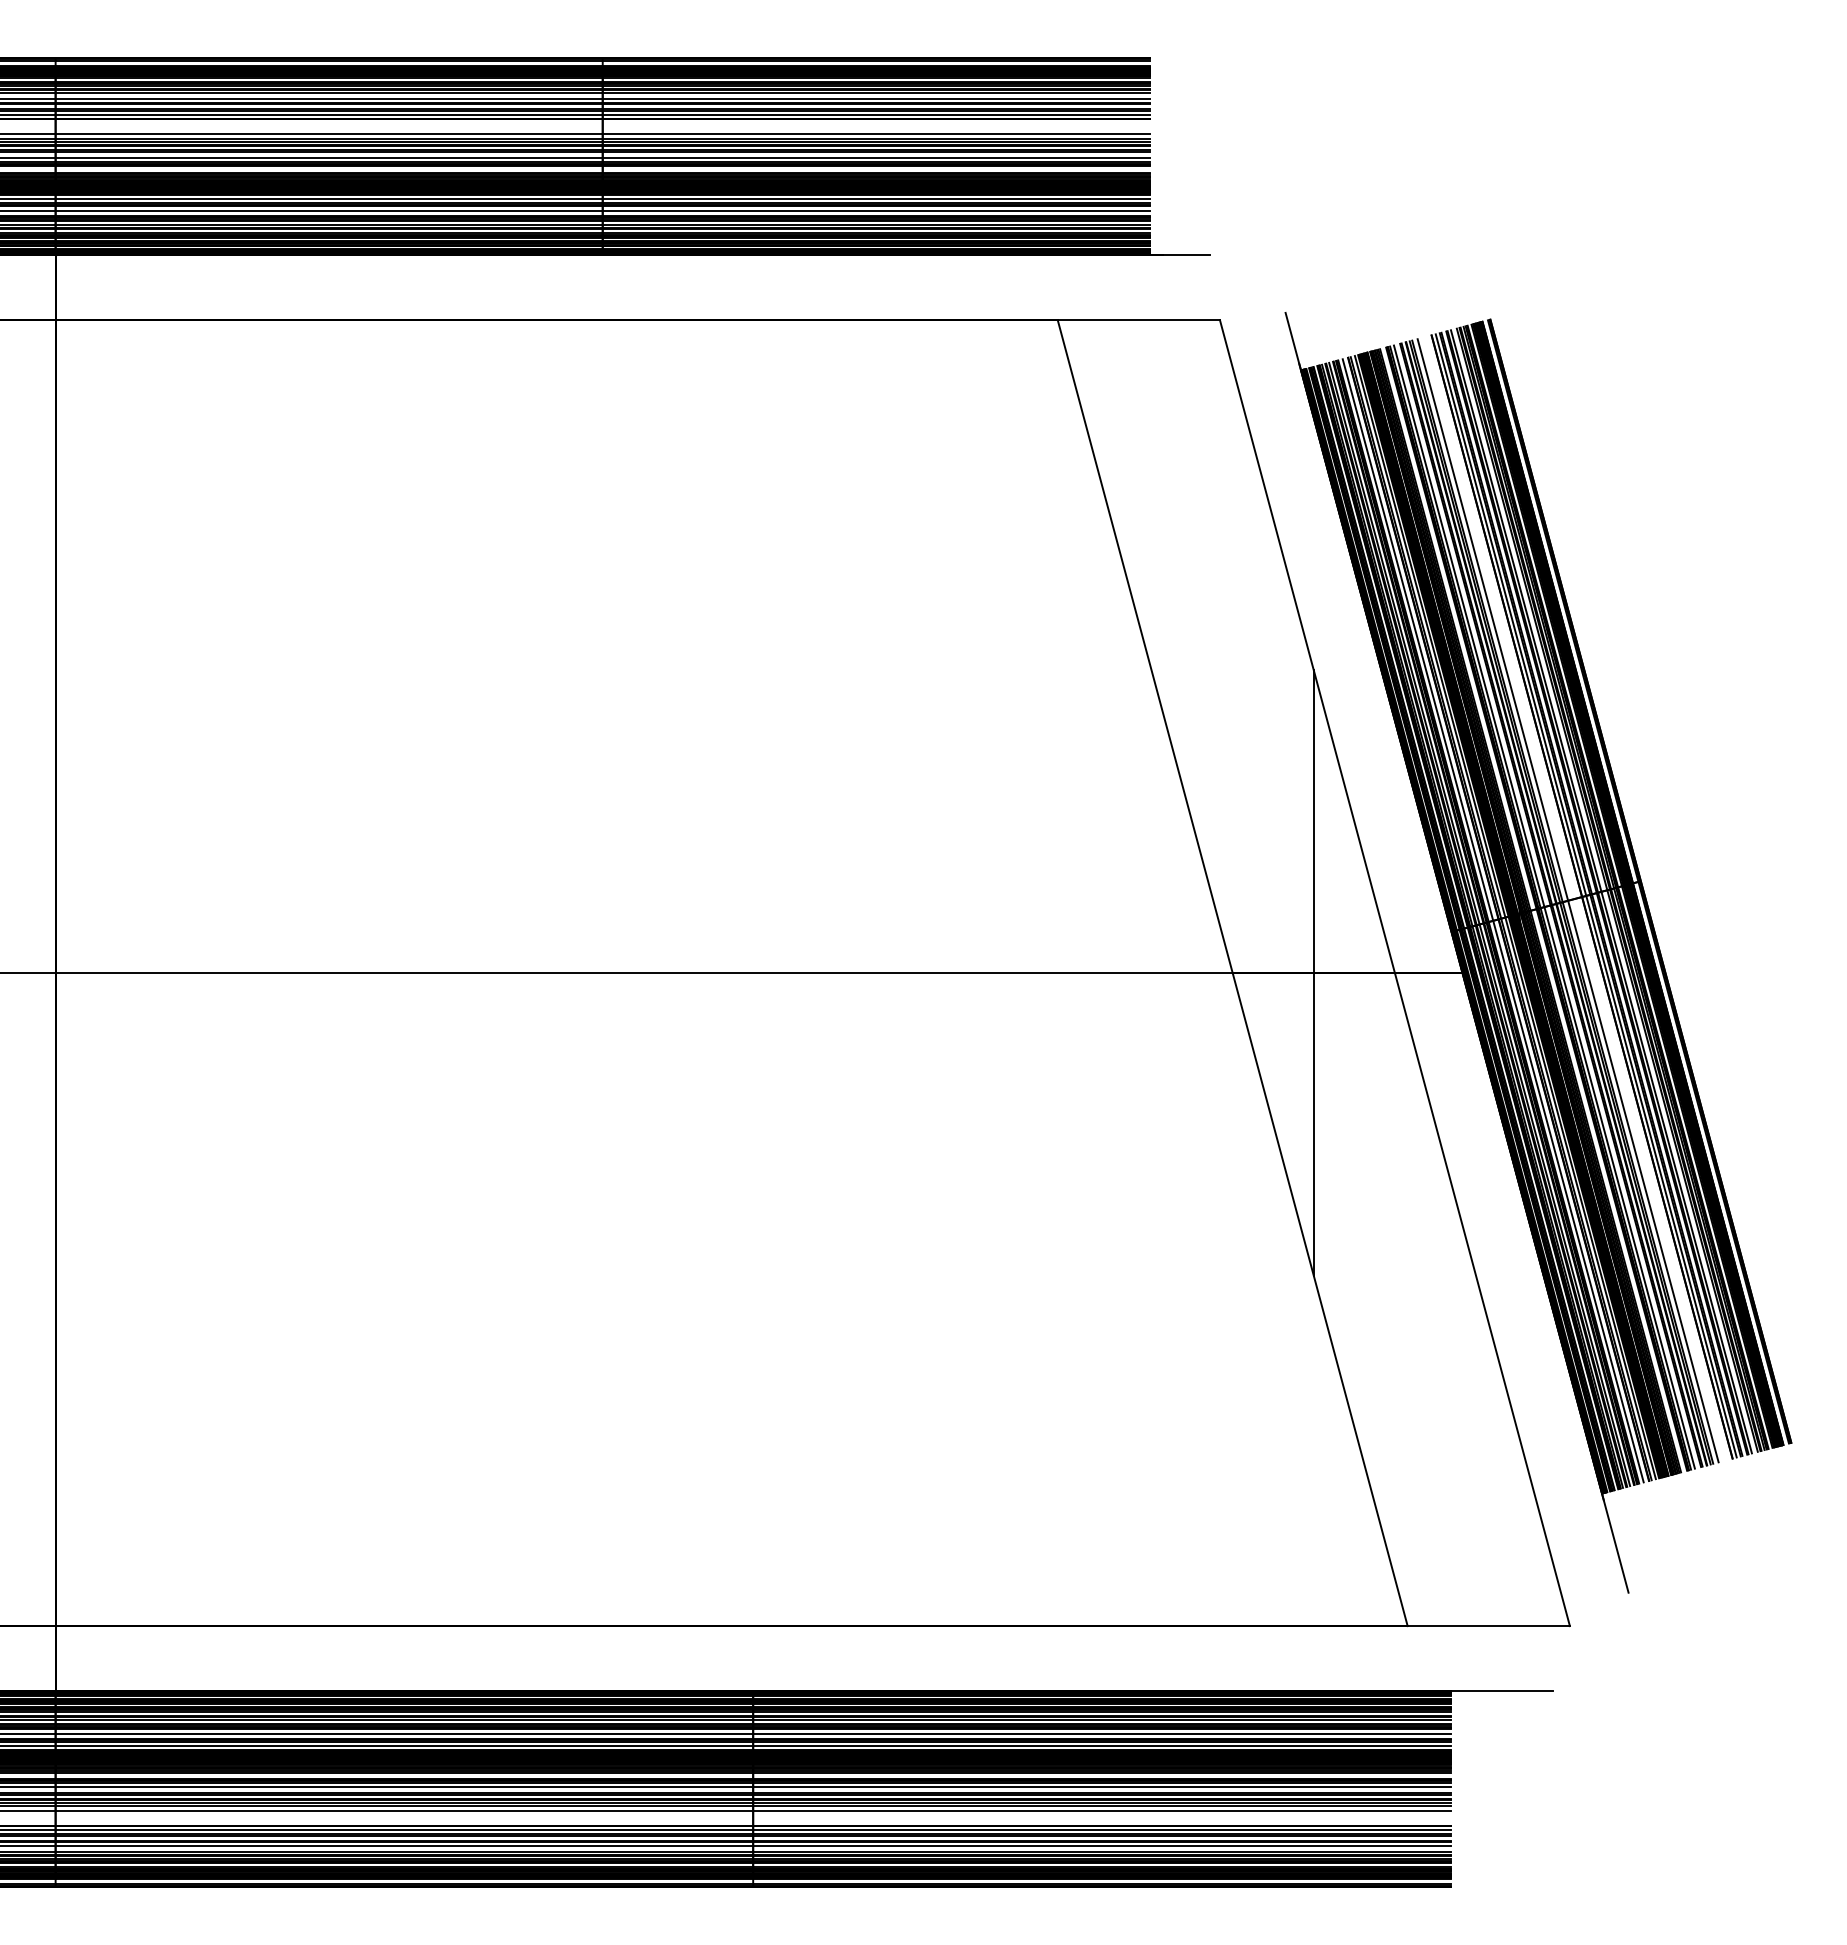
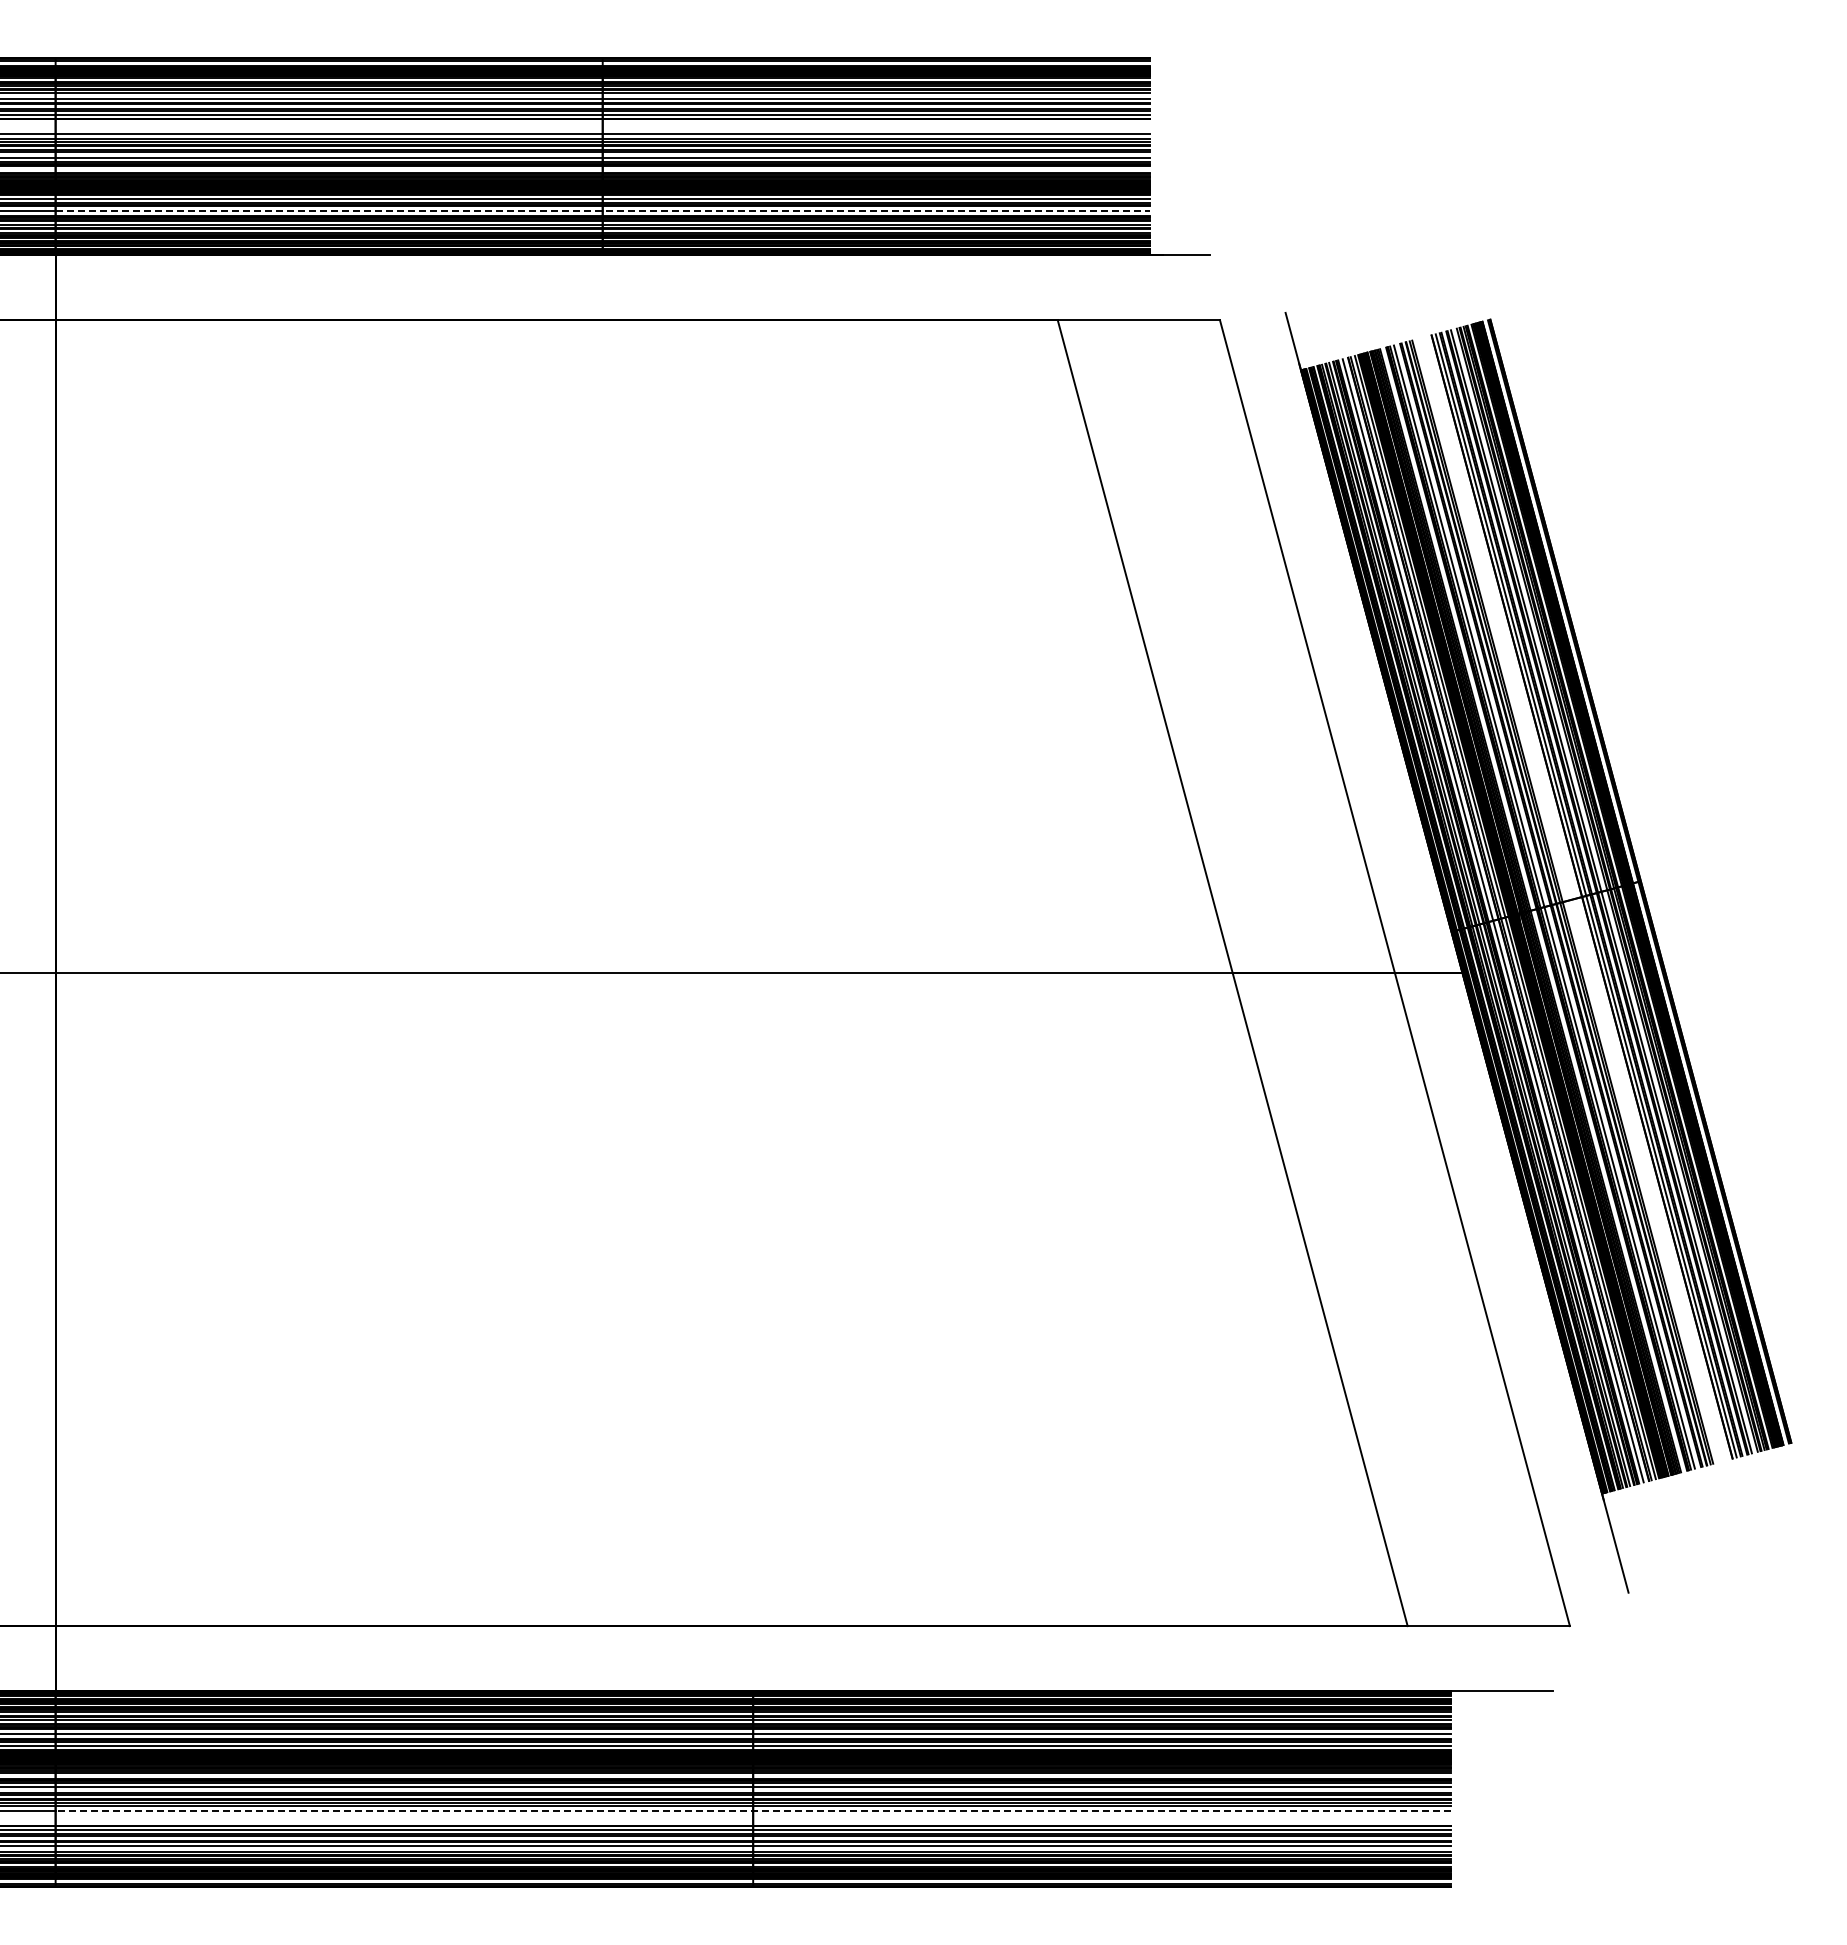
line at (603, 211): solid -> dashed
line at (1567, 900): present -> none
line at (1313, 972): present -> none
line at (753, 1811): solid -> dashed
